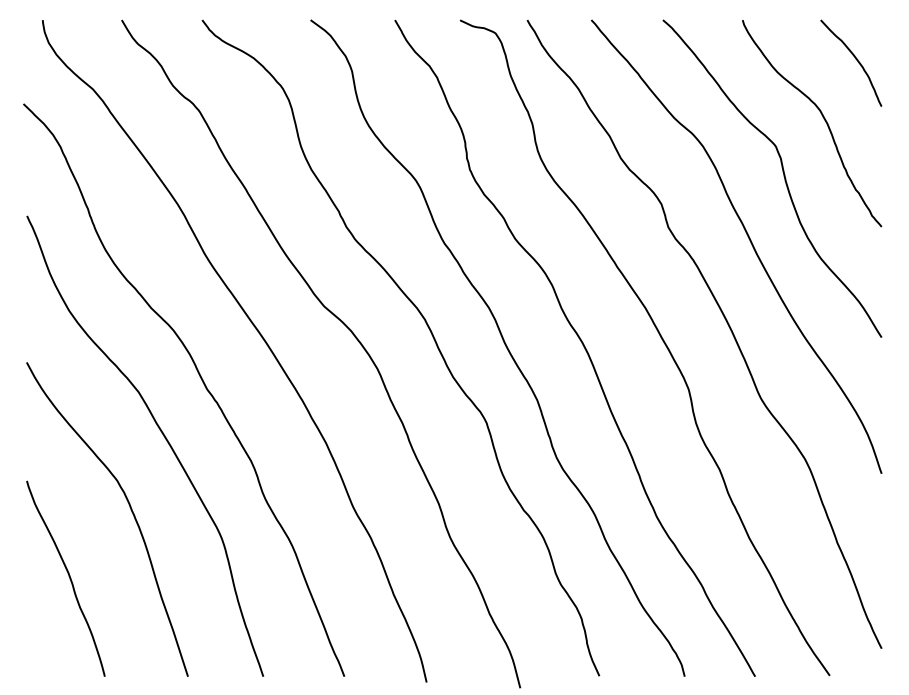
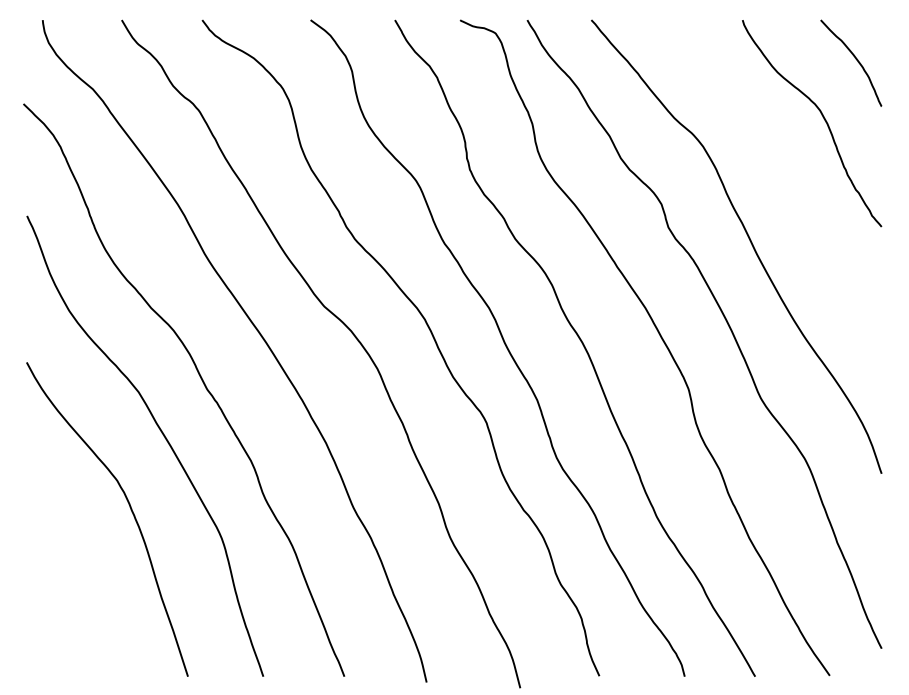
curve at (783, 176): present -> none
curve at (68, 576): present -> none
